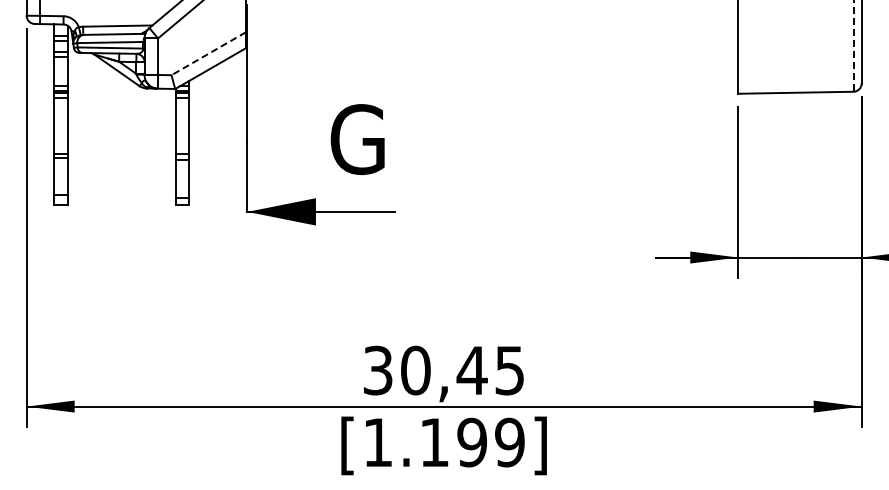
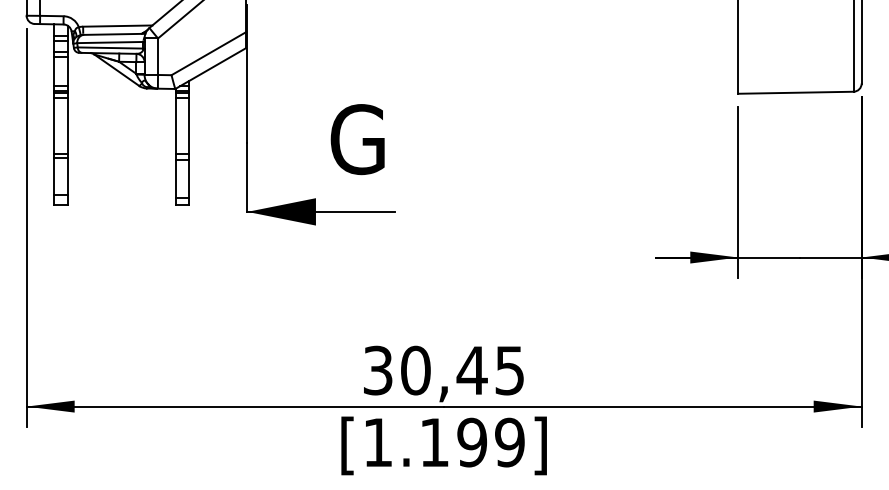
line at (853, 46): dashed -> solid
line at (208, 53): dashed -> solid
